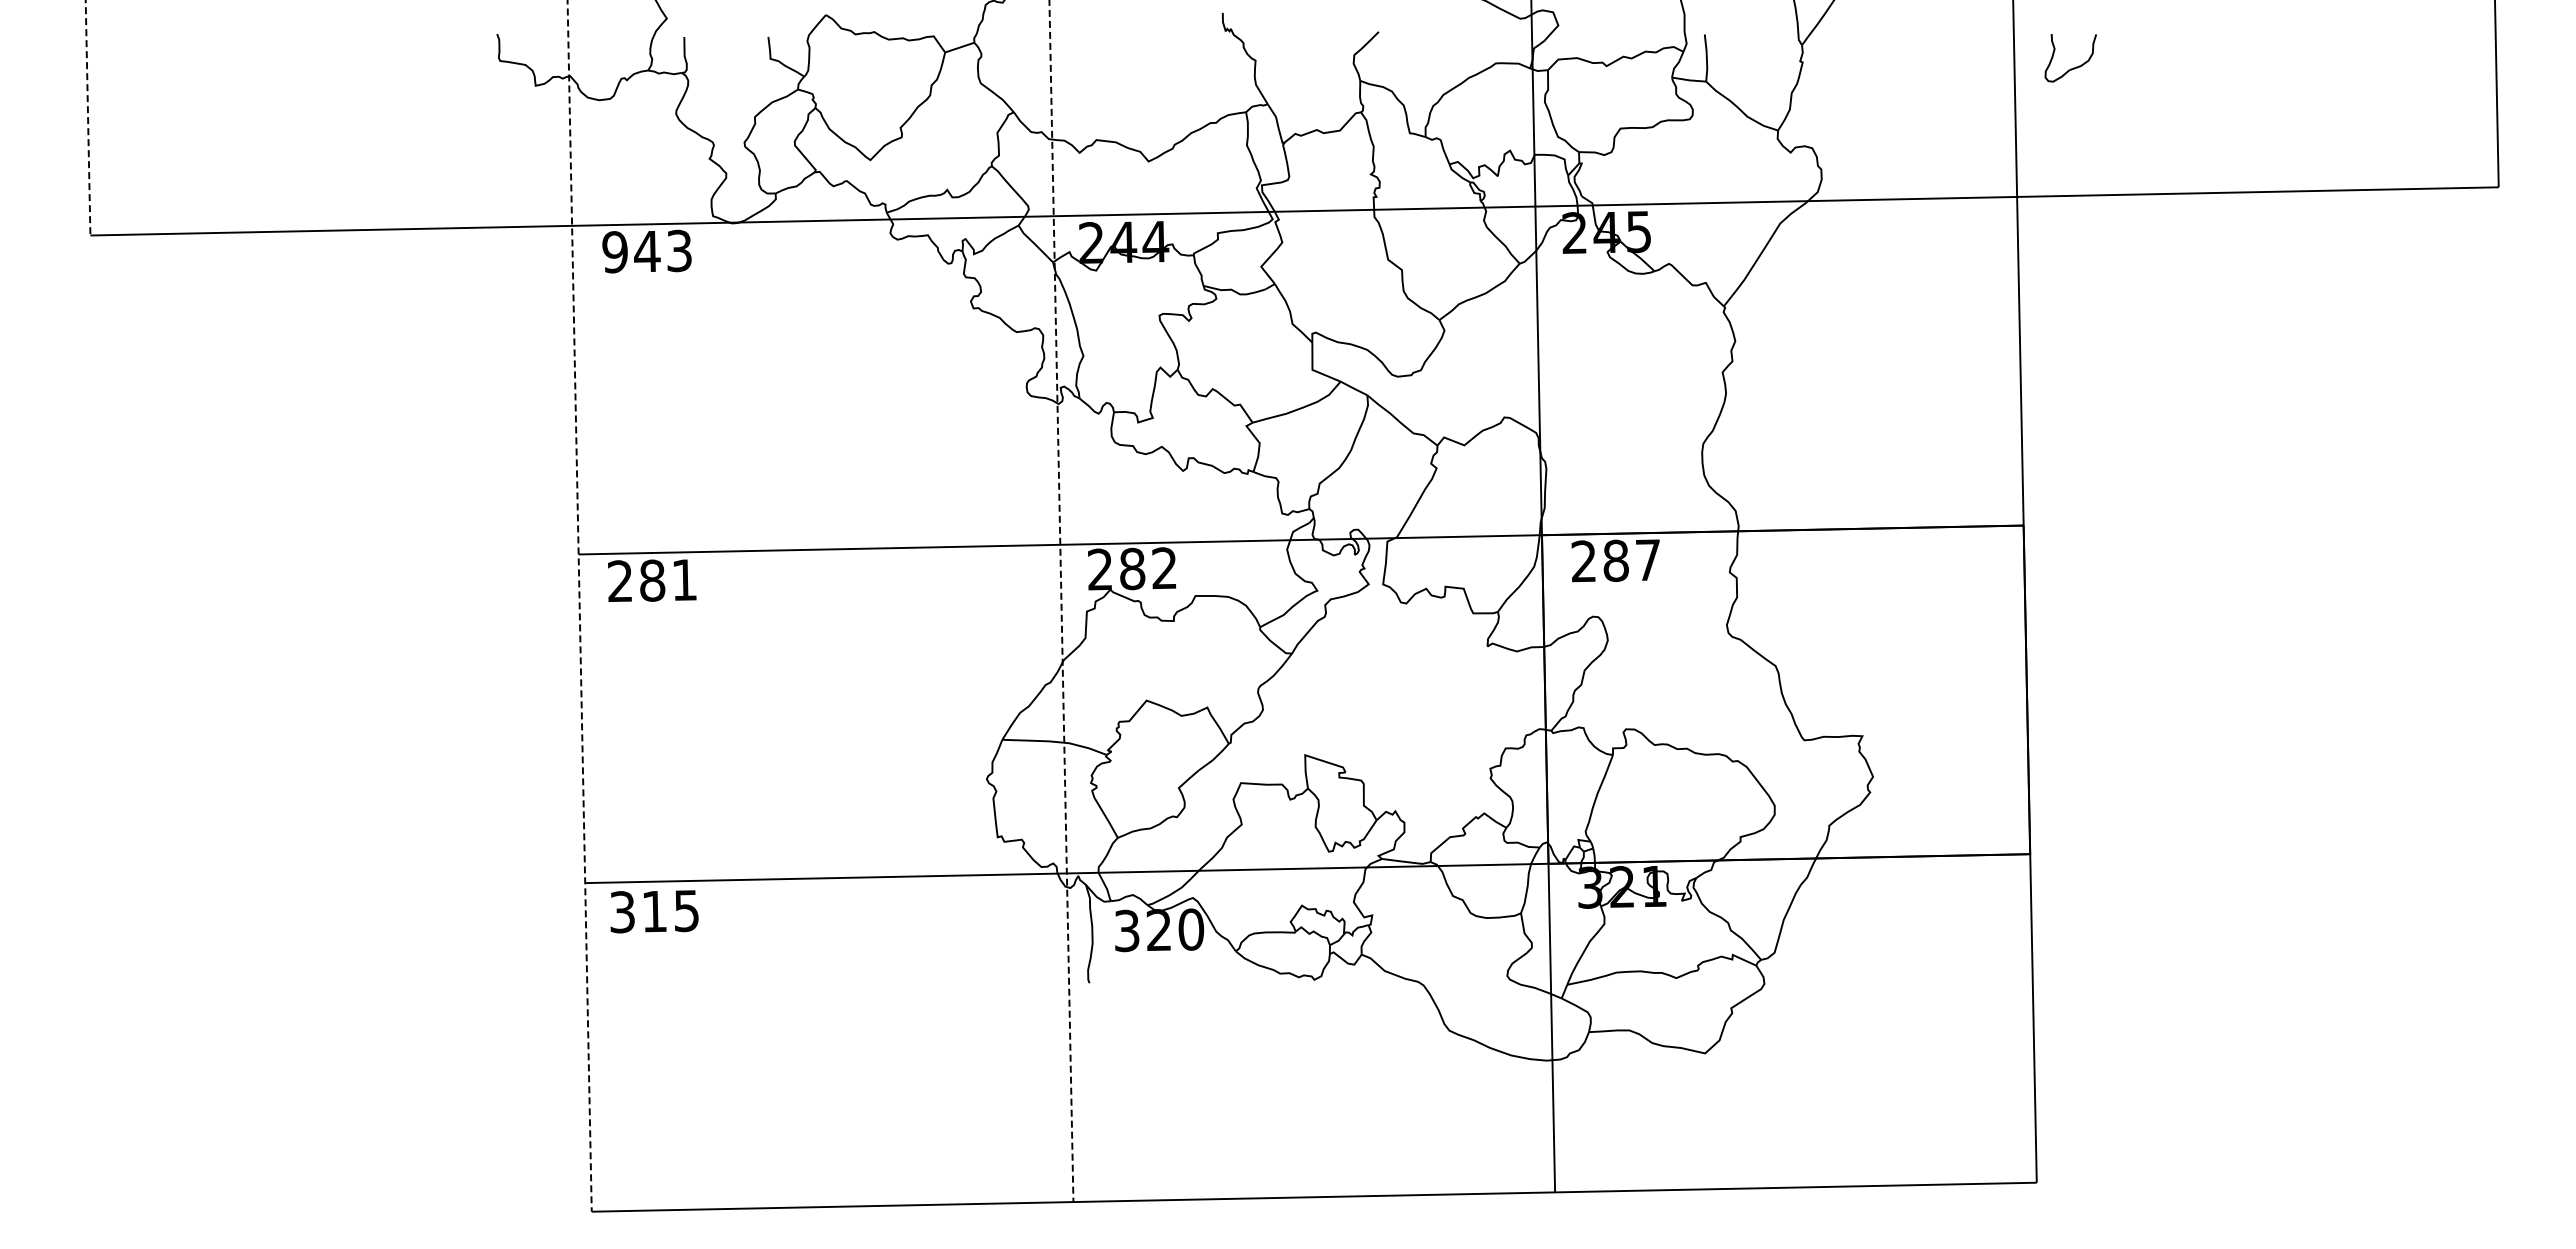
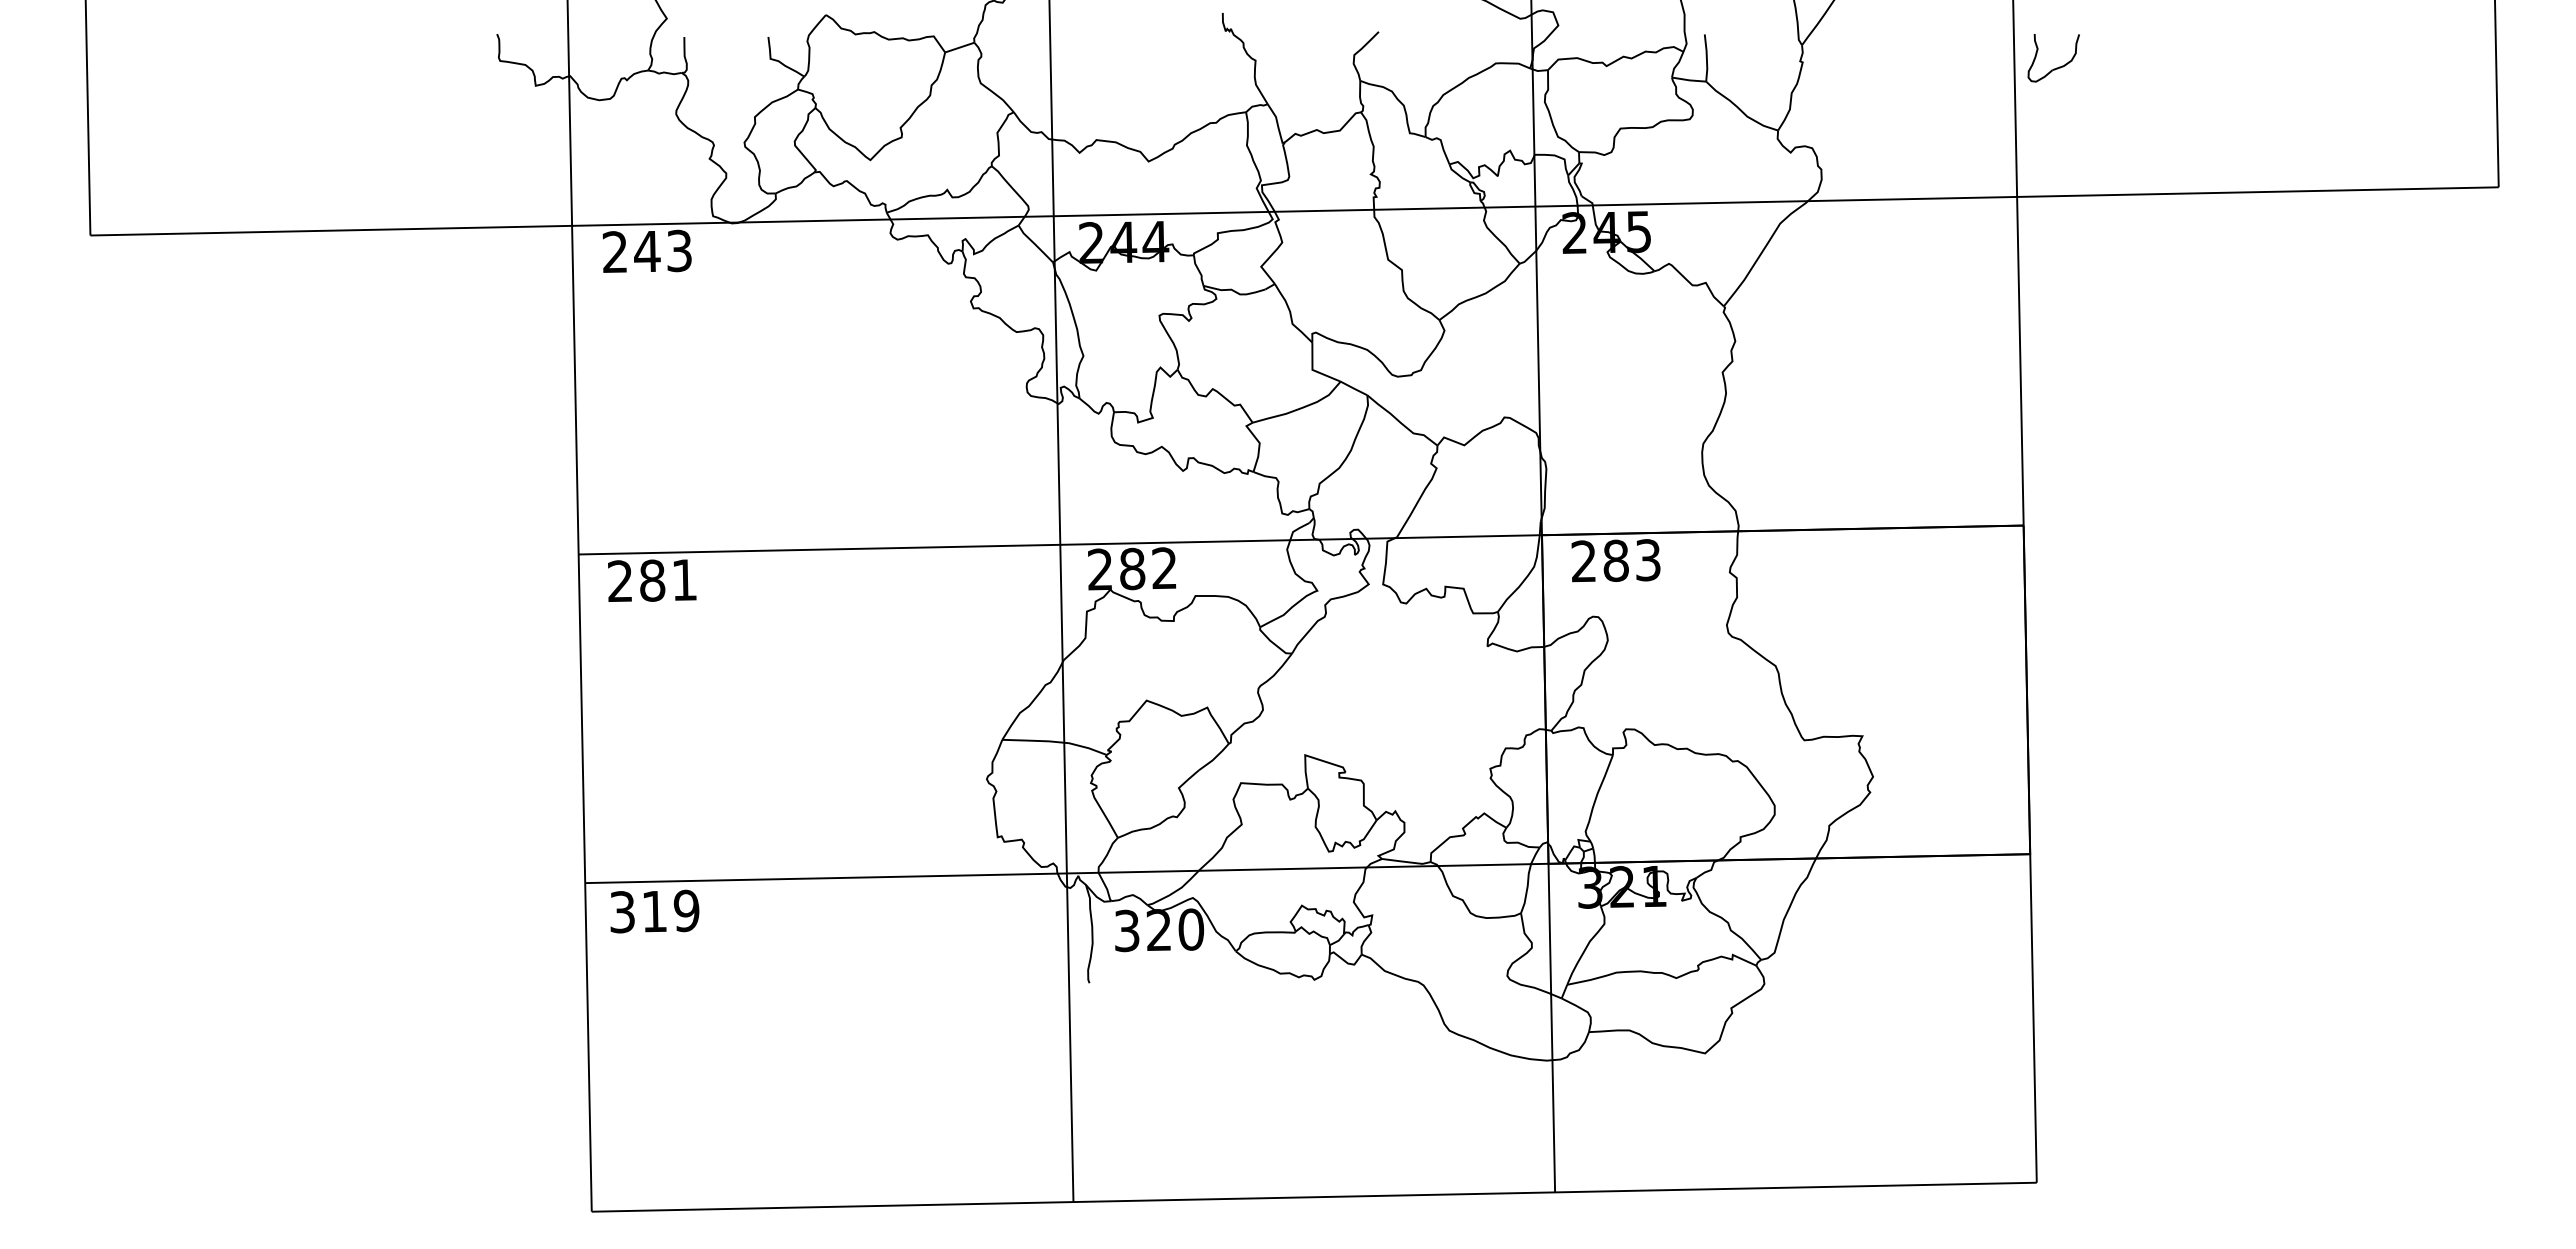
part at (2073, 67) position: (2073, 67) -> (2056, 67)
line at (88, 118): dashed -> solid
text at (614, 252): 943 -> 243
text at (1648, 560): 287 -> 283
line at (1061, 601): dashed -> solid
line at (579, 606): dashed -> solid
text at (686, 910): 315 -> 319
